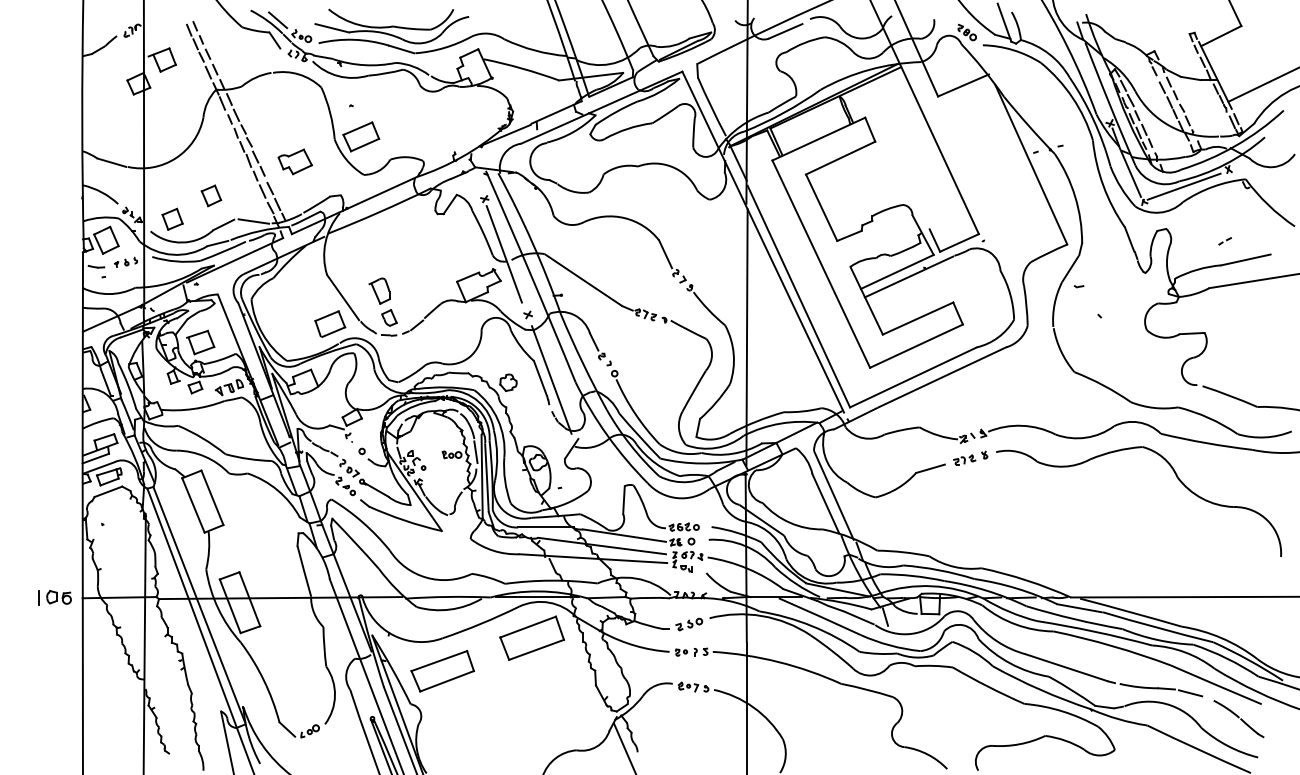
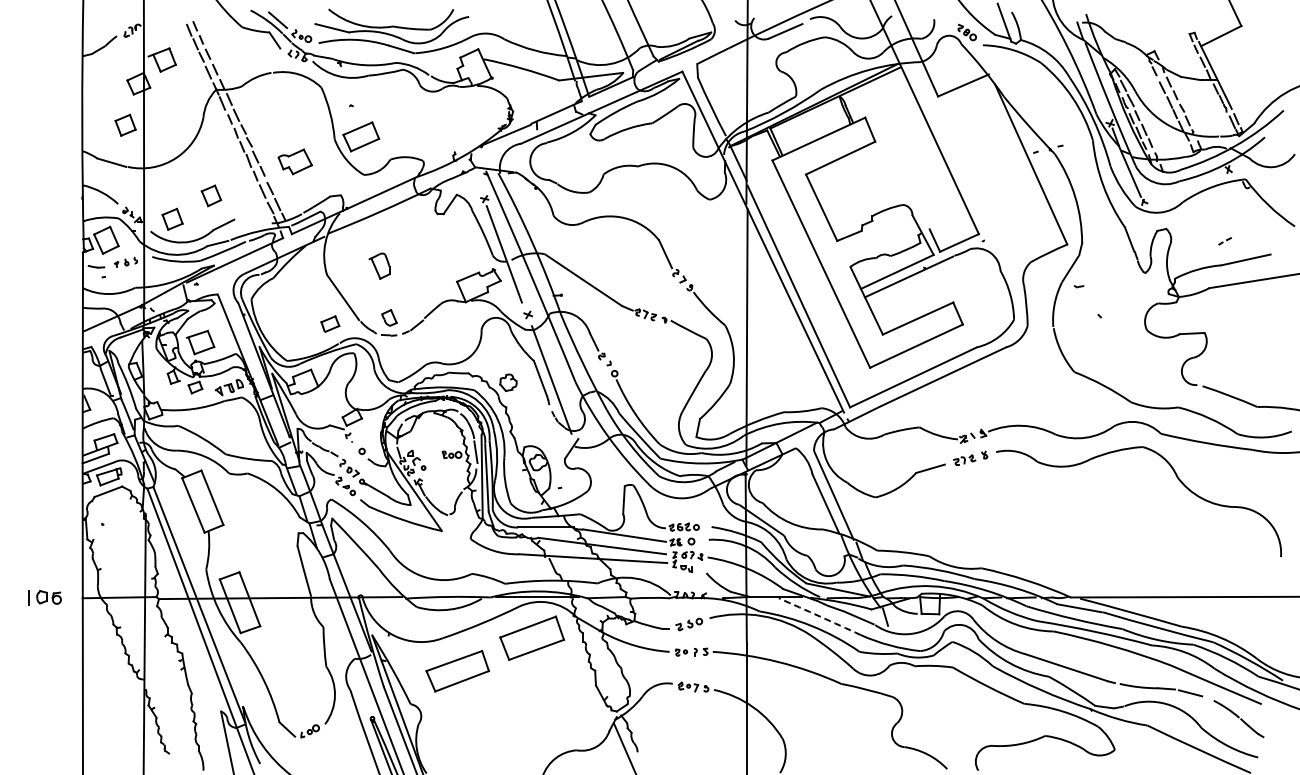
line at (1262, 84): present -> none
part at (125, 124): none -> present
line at (1183, 186): present -> none
line at (253, 221): present -> none
part at (379, 290) position: (379, 290) -> (379, 265)
part at (330, 323) size: 33x28 px -> 21x18 px
part at (54, 597) position: (54, 597) -> (44, 597)
arc at (819, 616): solid -> dashed
part at (442, 671) position: (442, 671) -> (457, 671)
